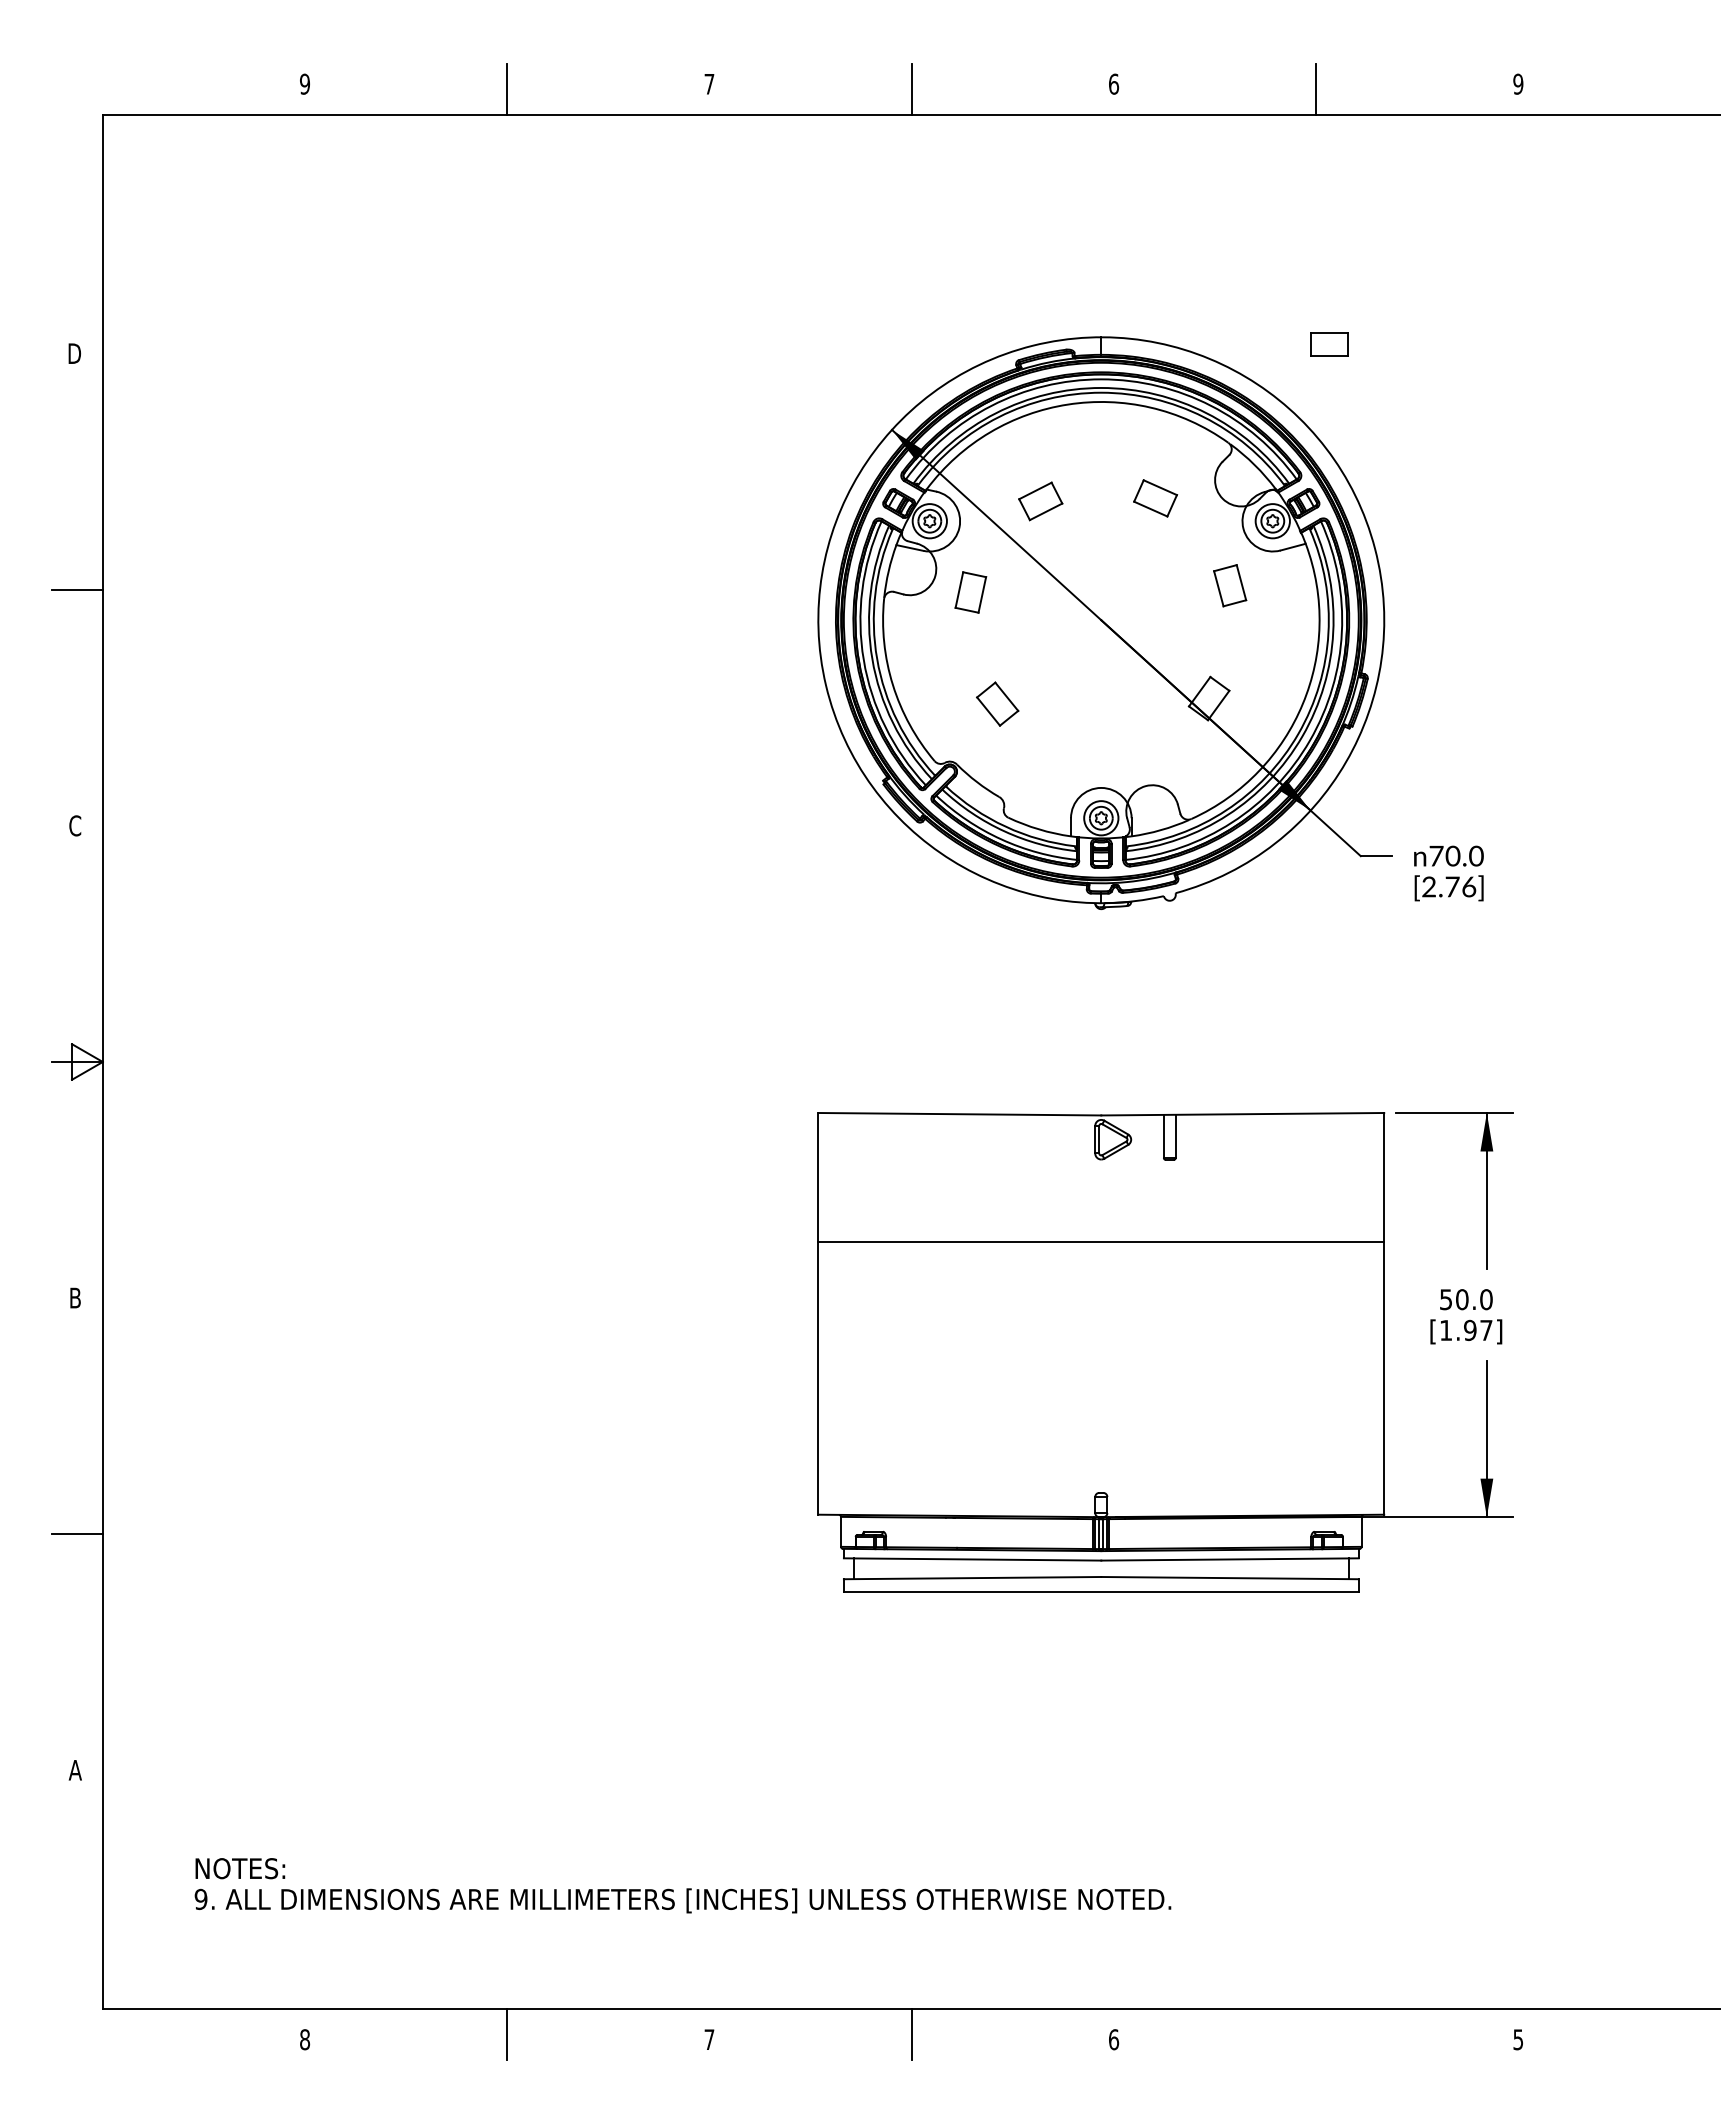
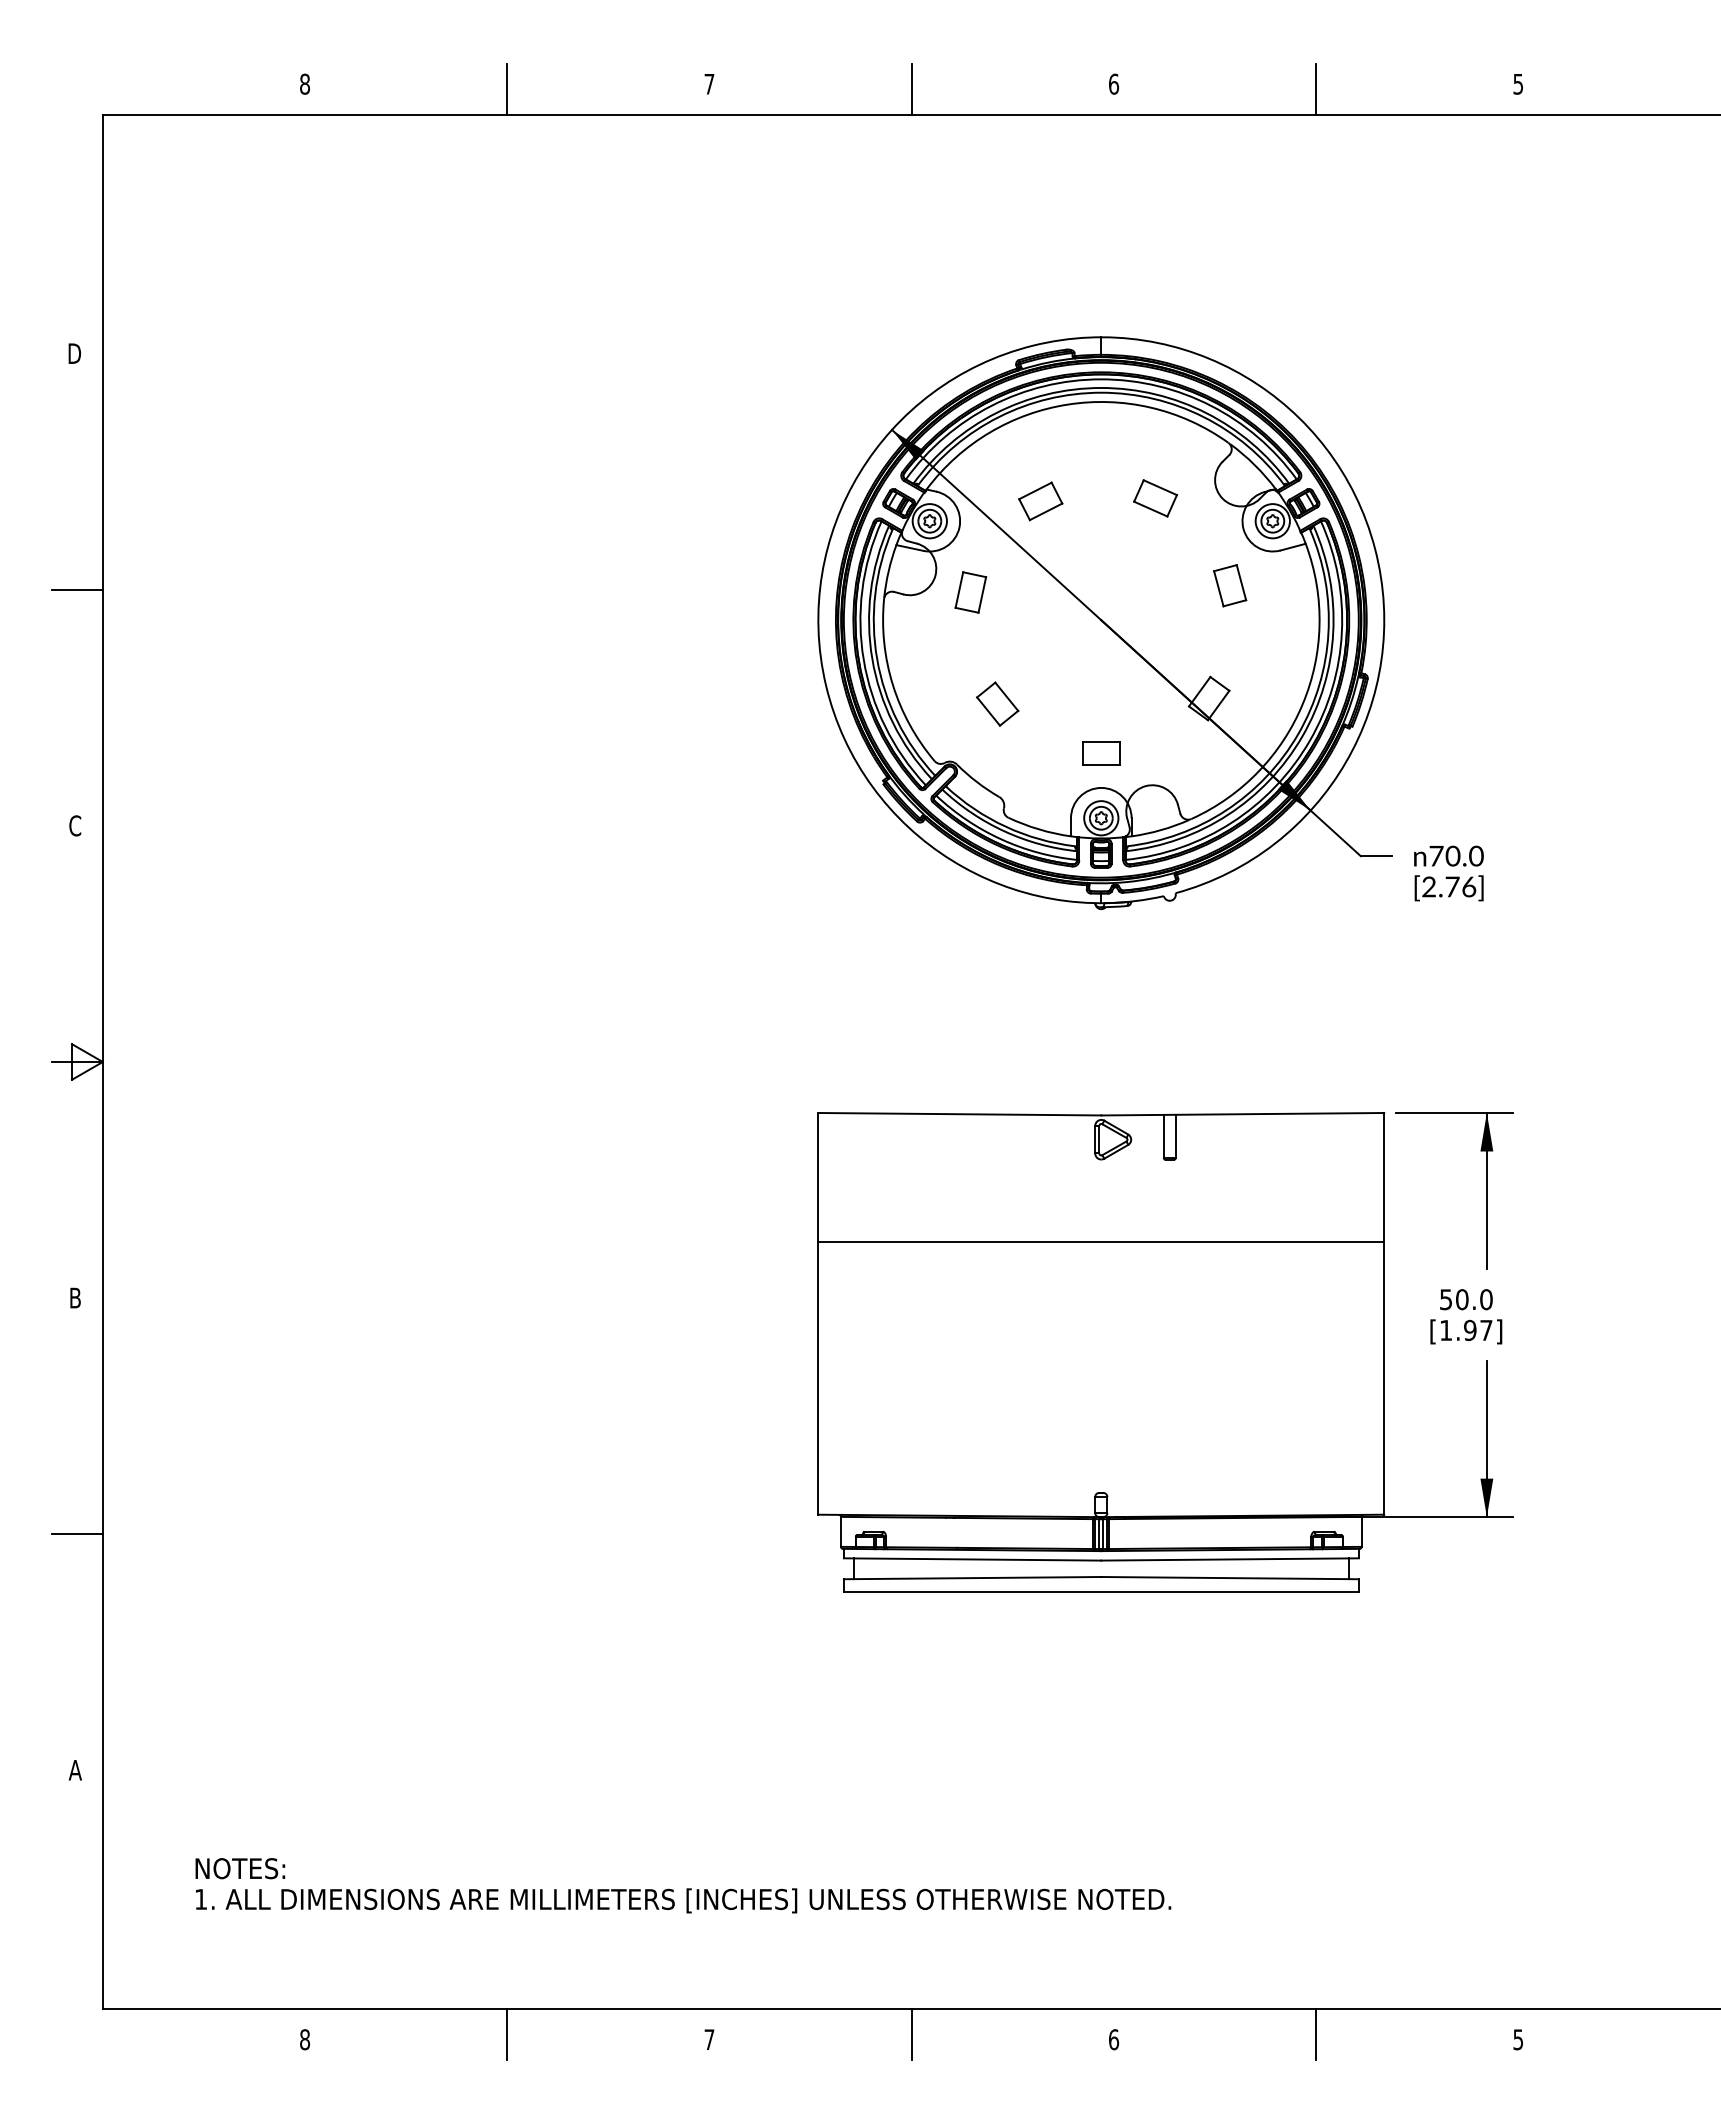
text at (305, 83): 9 -> 8
text at (1518, 83): 9 -> 5
part at (1329, 344) position: (1329, 344) -> (1101, 753)
text at (200, 1899): 9. -> 1.
line at (1316, 2034): none -> present
